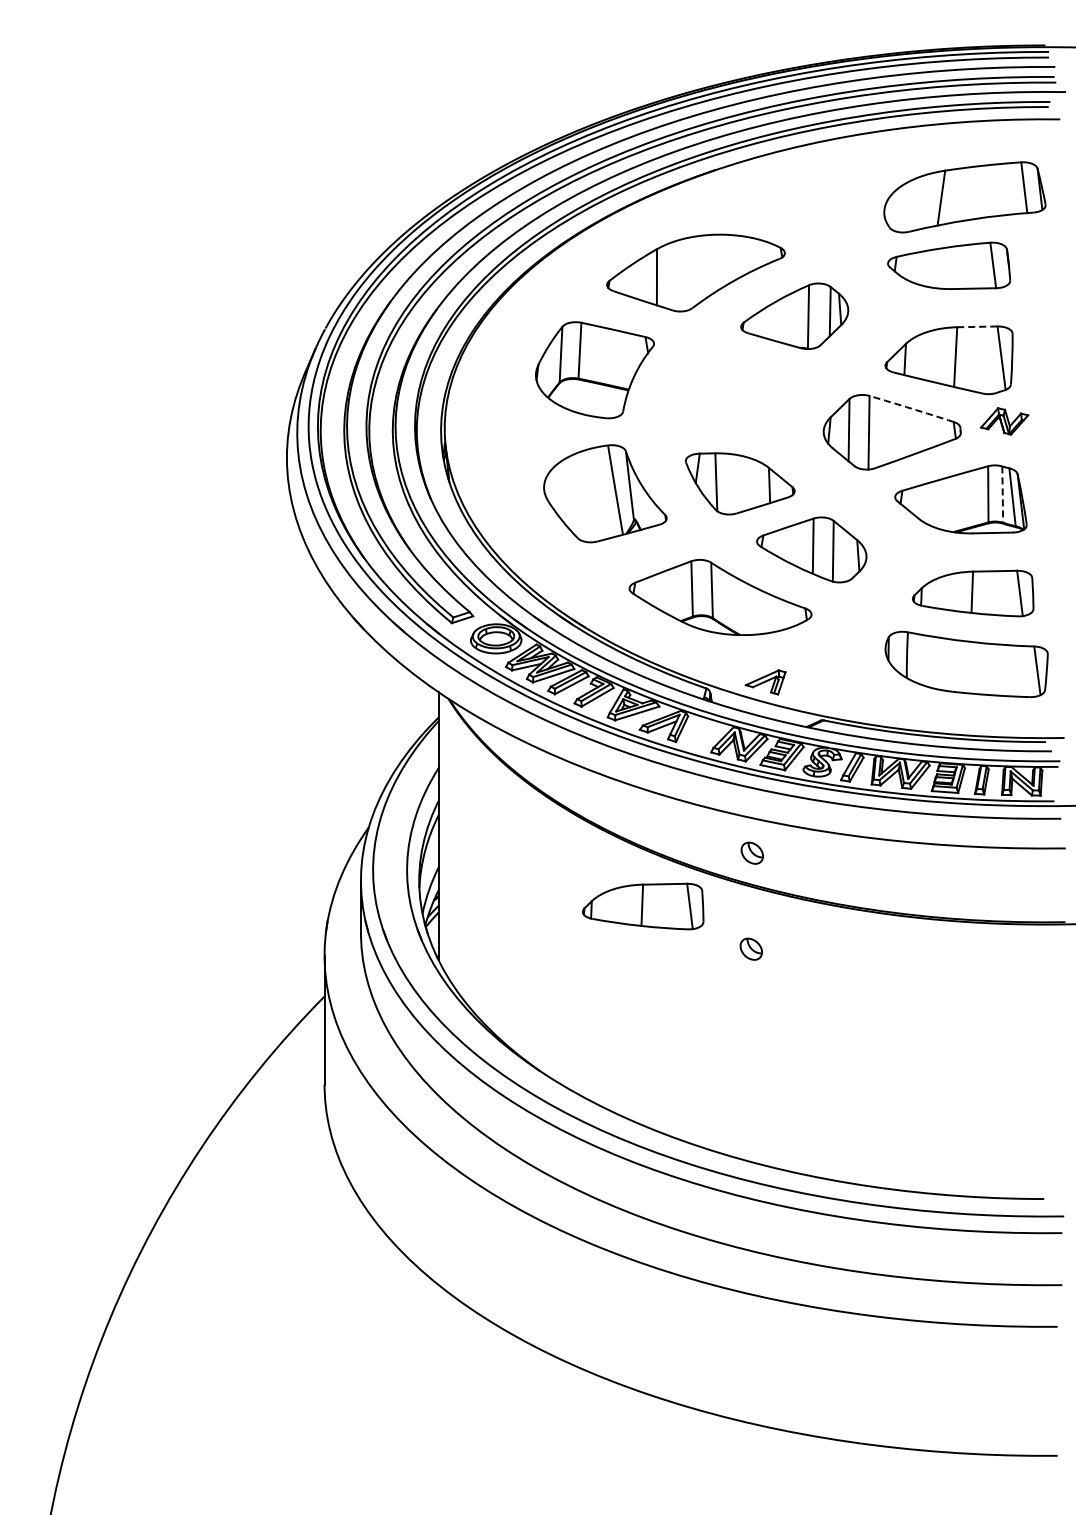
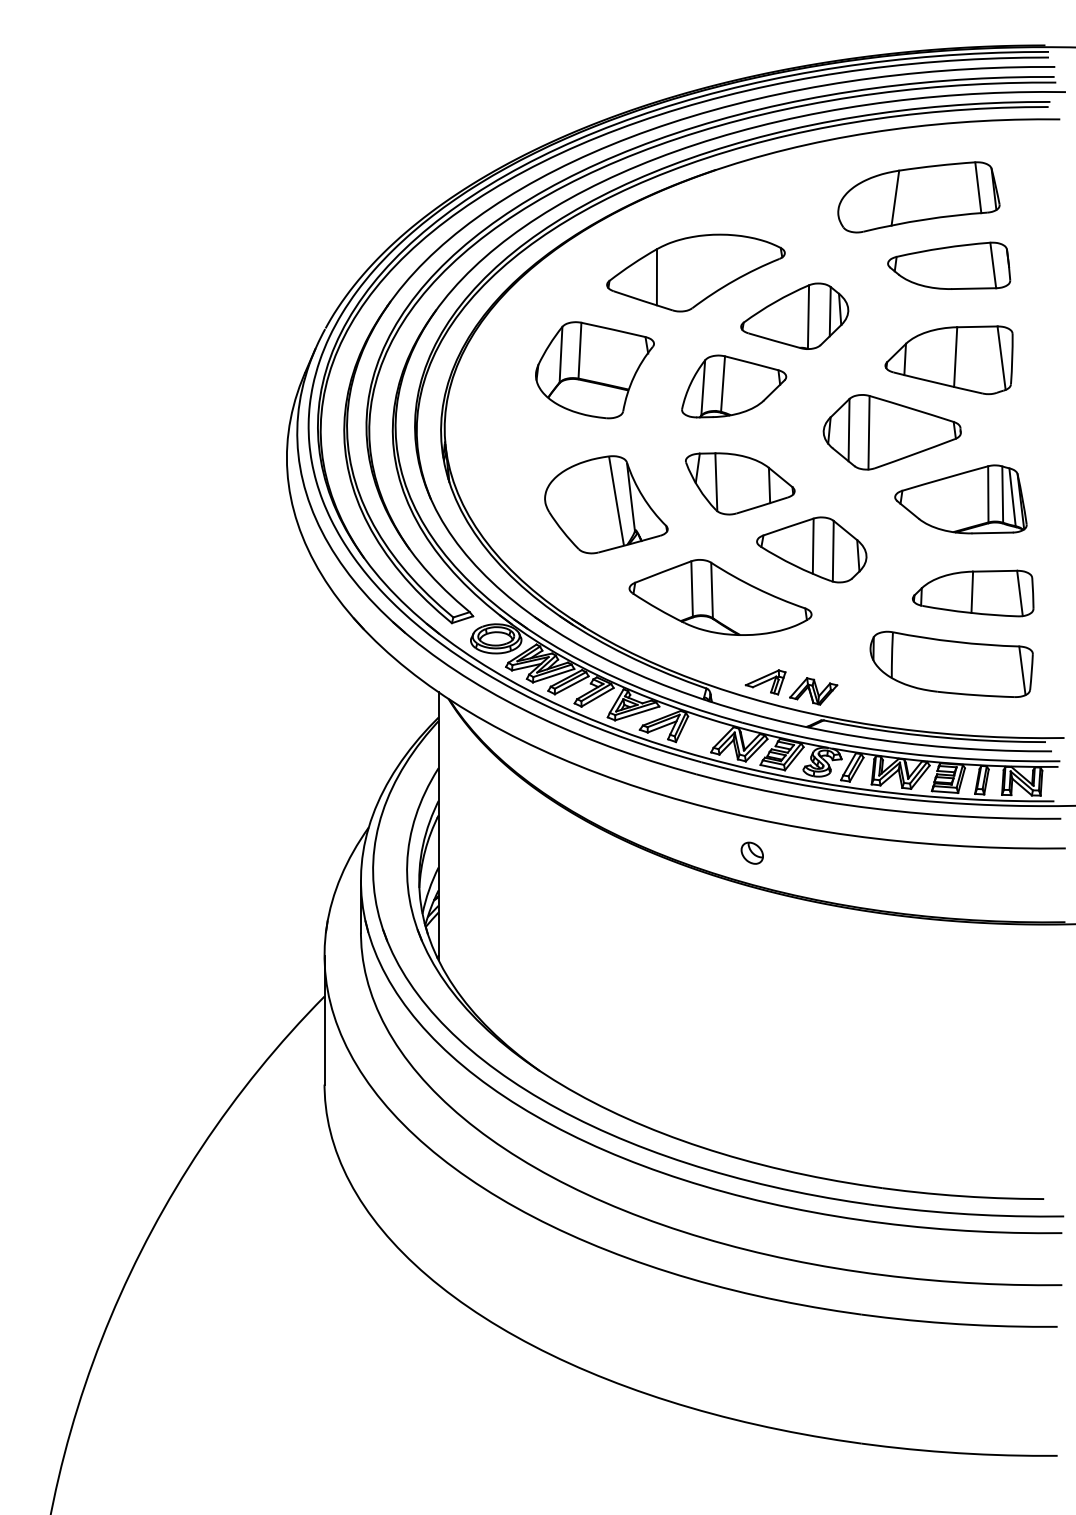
part at (964, 197) position: (964, 197) -> (918, 197)
line at (977, 326): dashed -> solid
part at (734, 386): none -> present
arc at (911, 408): dashed -> solid
part at (1004, 421) position: (1004, 421) -> (813, 691)
part at (605, 493) position: (605, 493) -> (606, 504)
line at (1002, 495): dashed -> solid
part at (966, 663) position: (966, 663) -> (951, 663)
part at (643, 906): present -> none
part at (750, 948): present -> none
